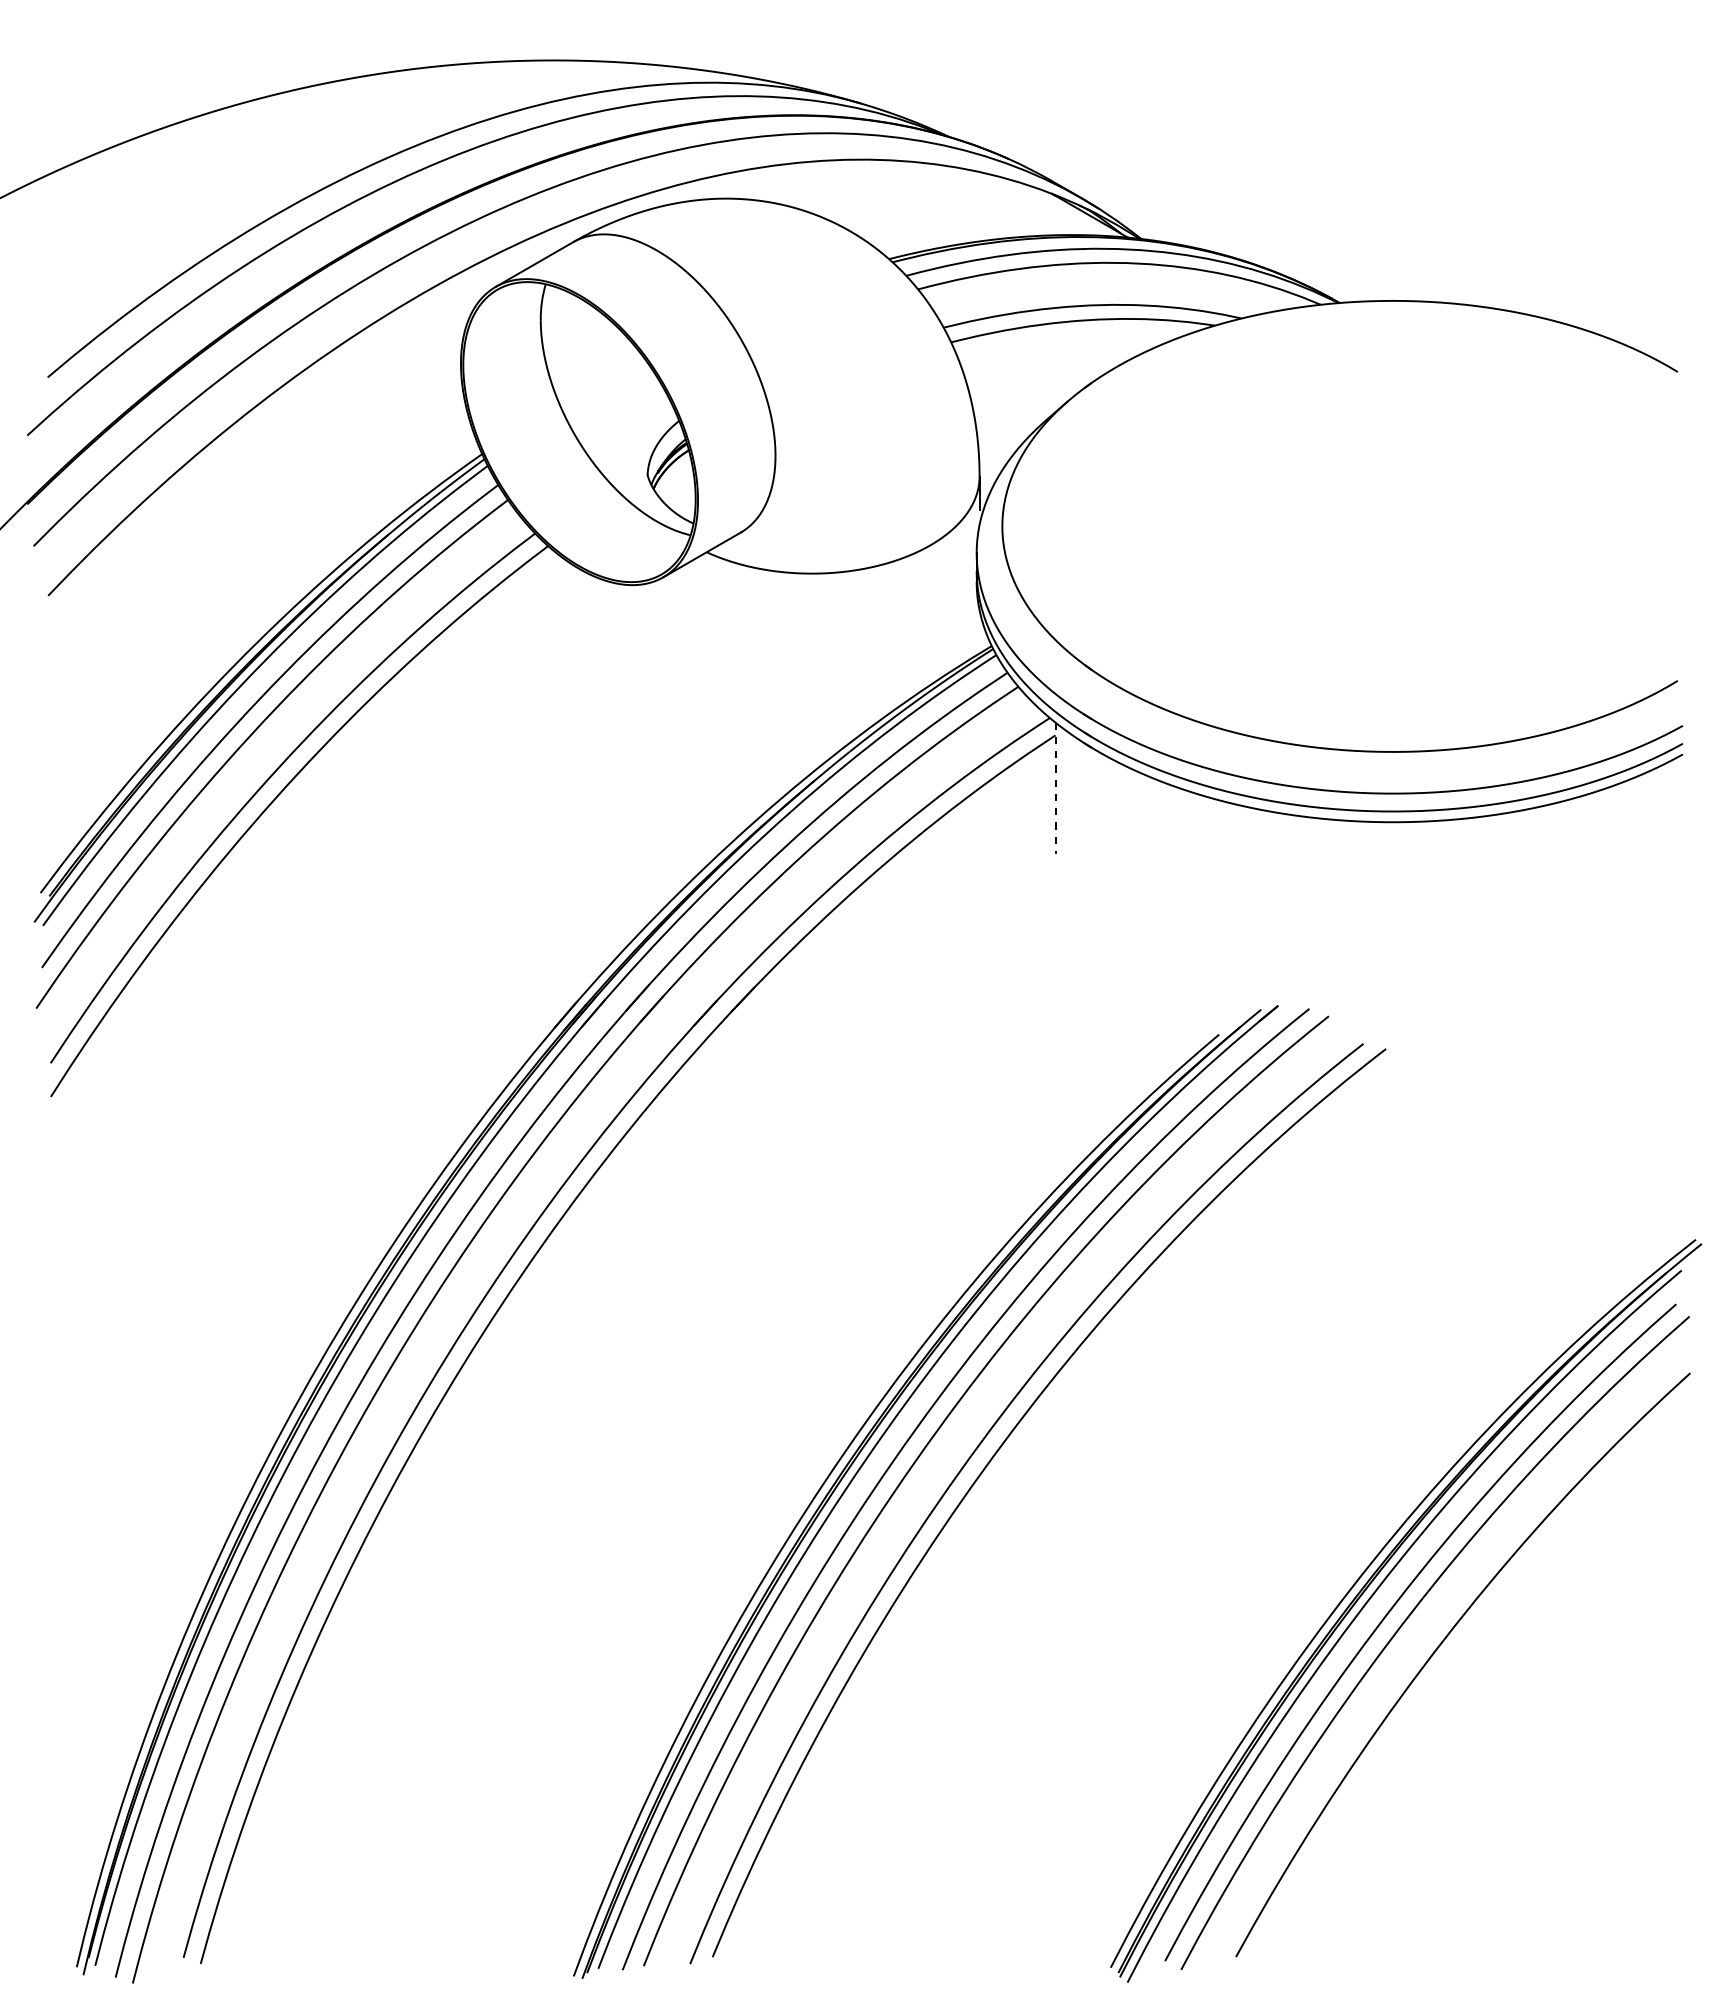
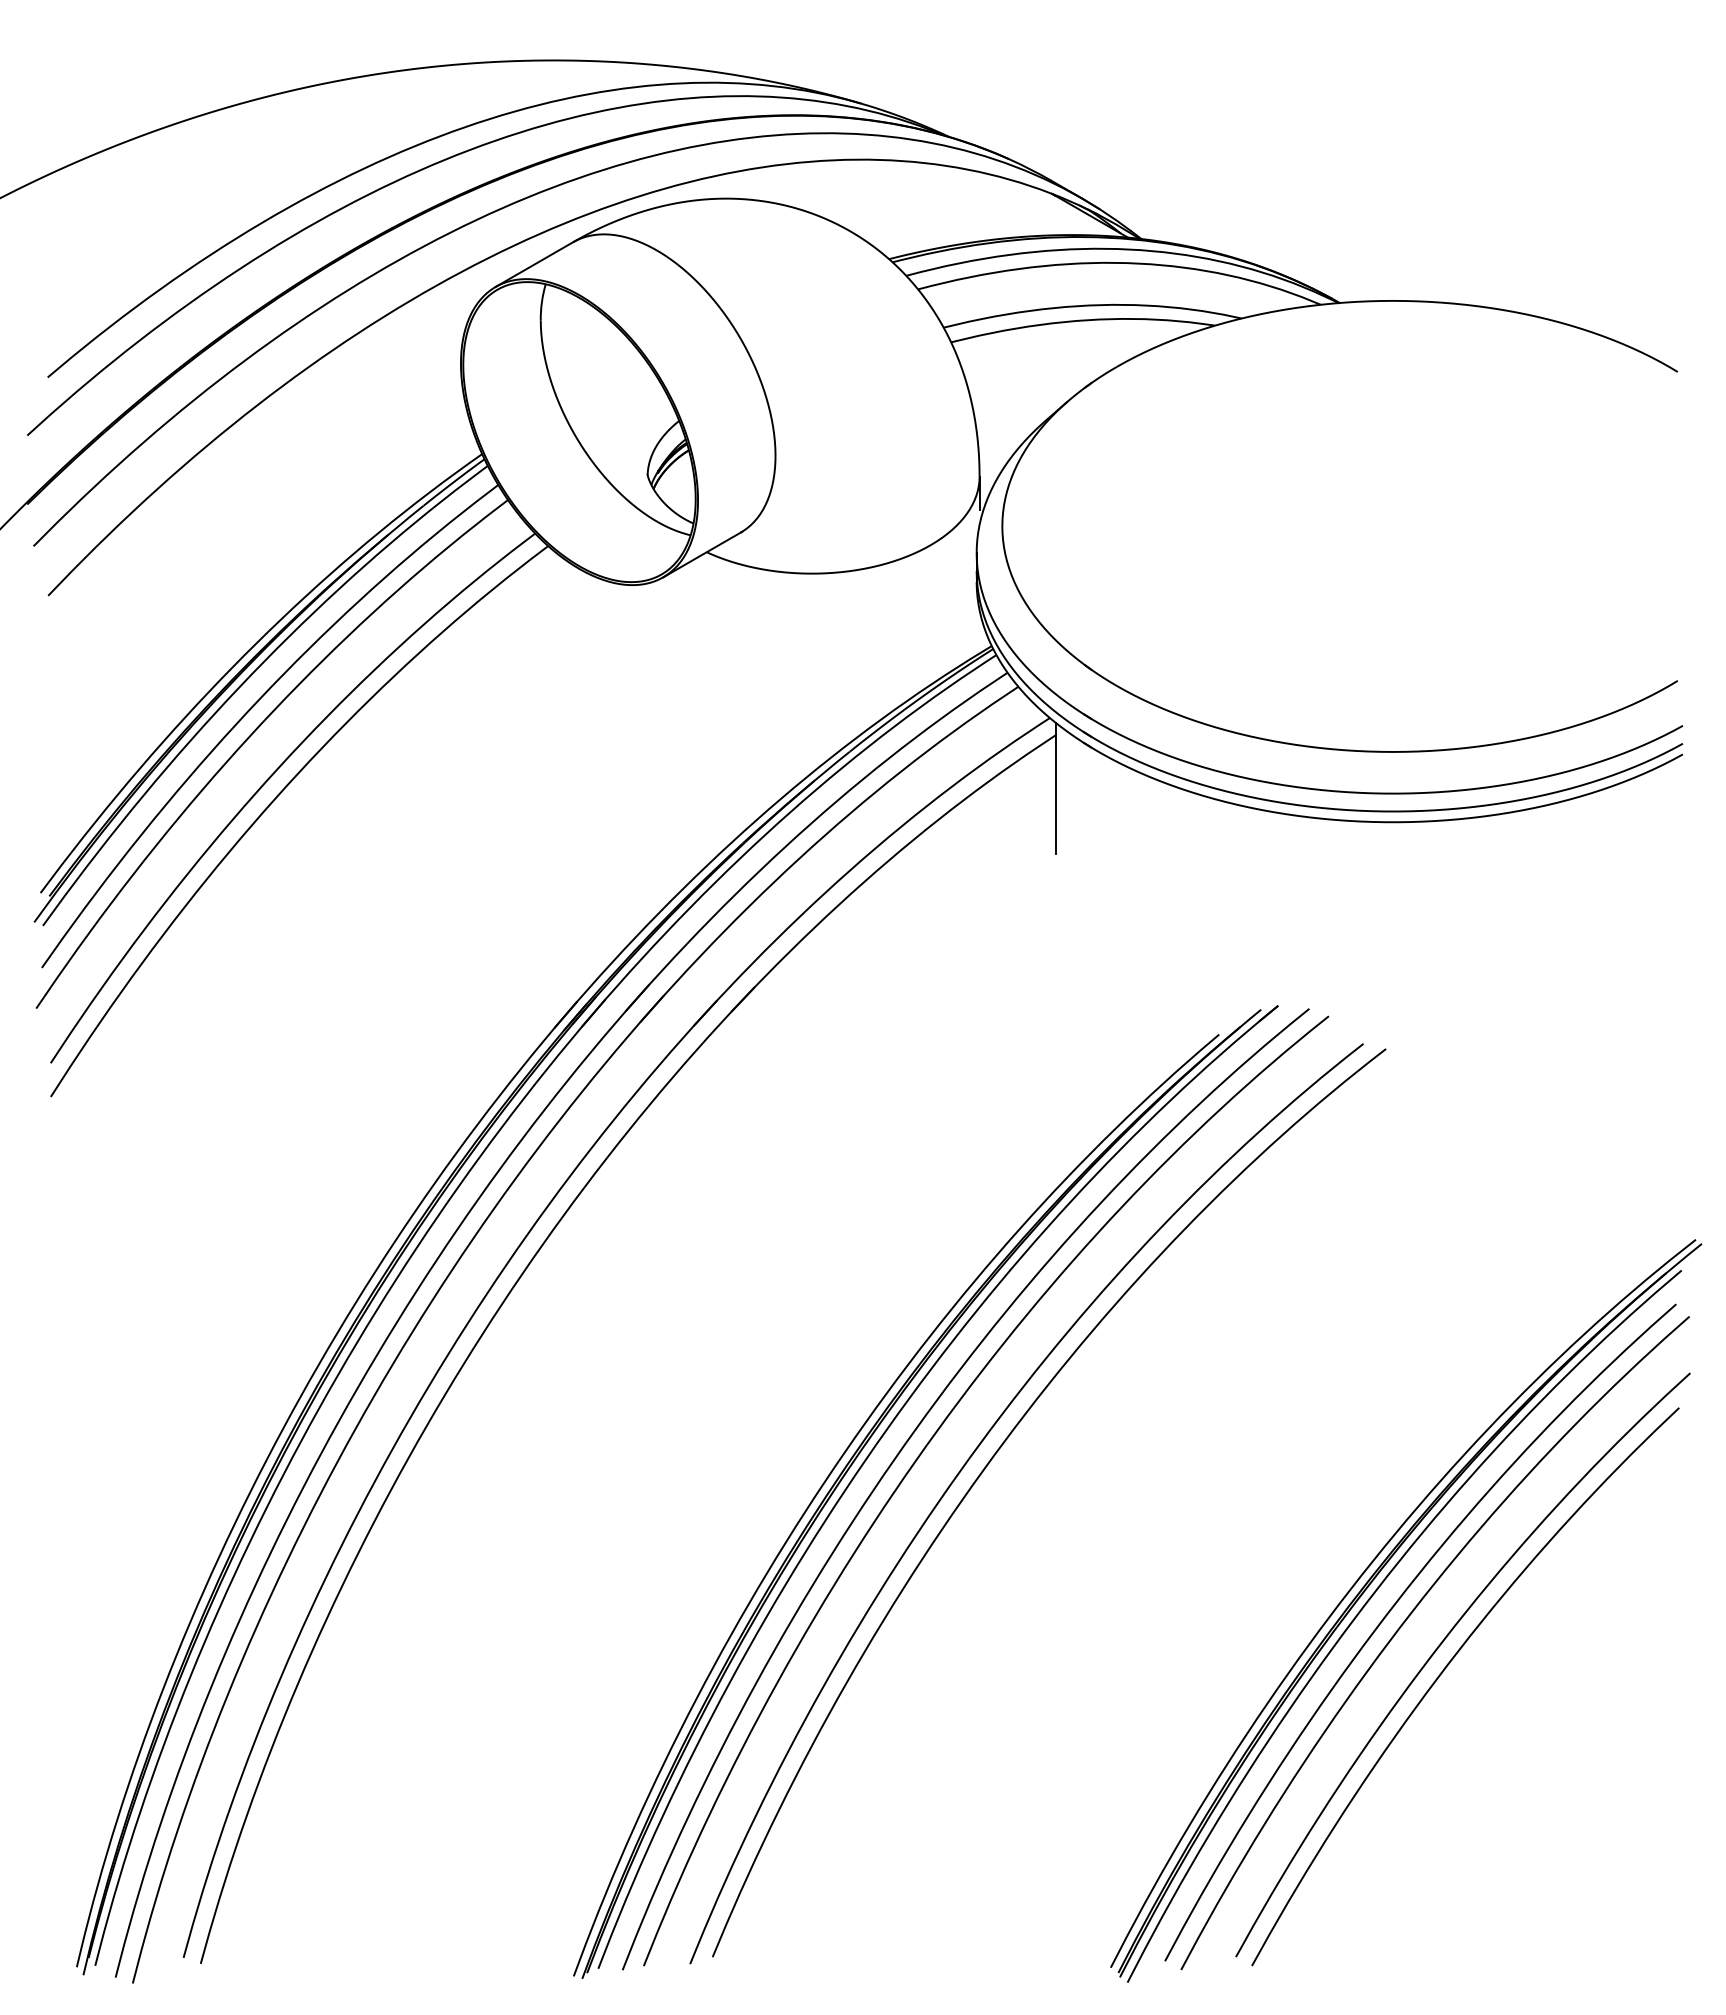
line at (1055, 788): dashed -> solid
curve at (1443, 1672): none -> present
